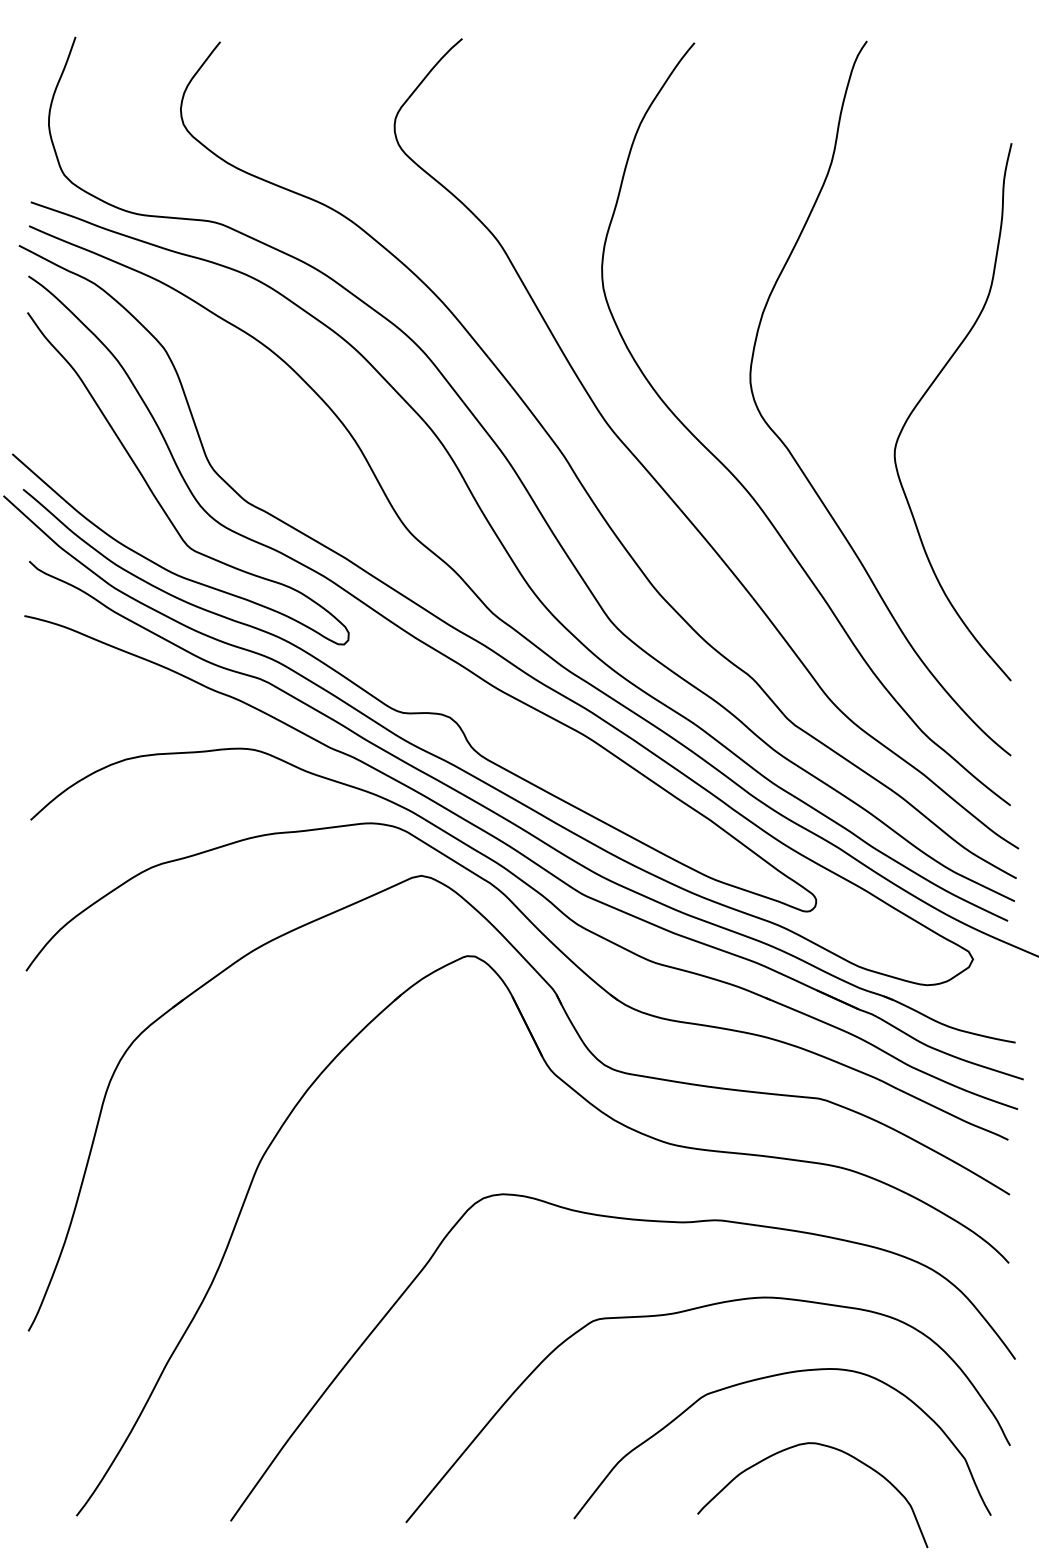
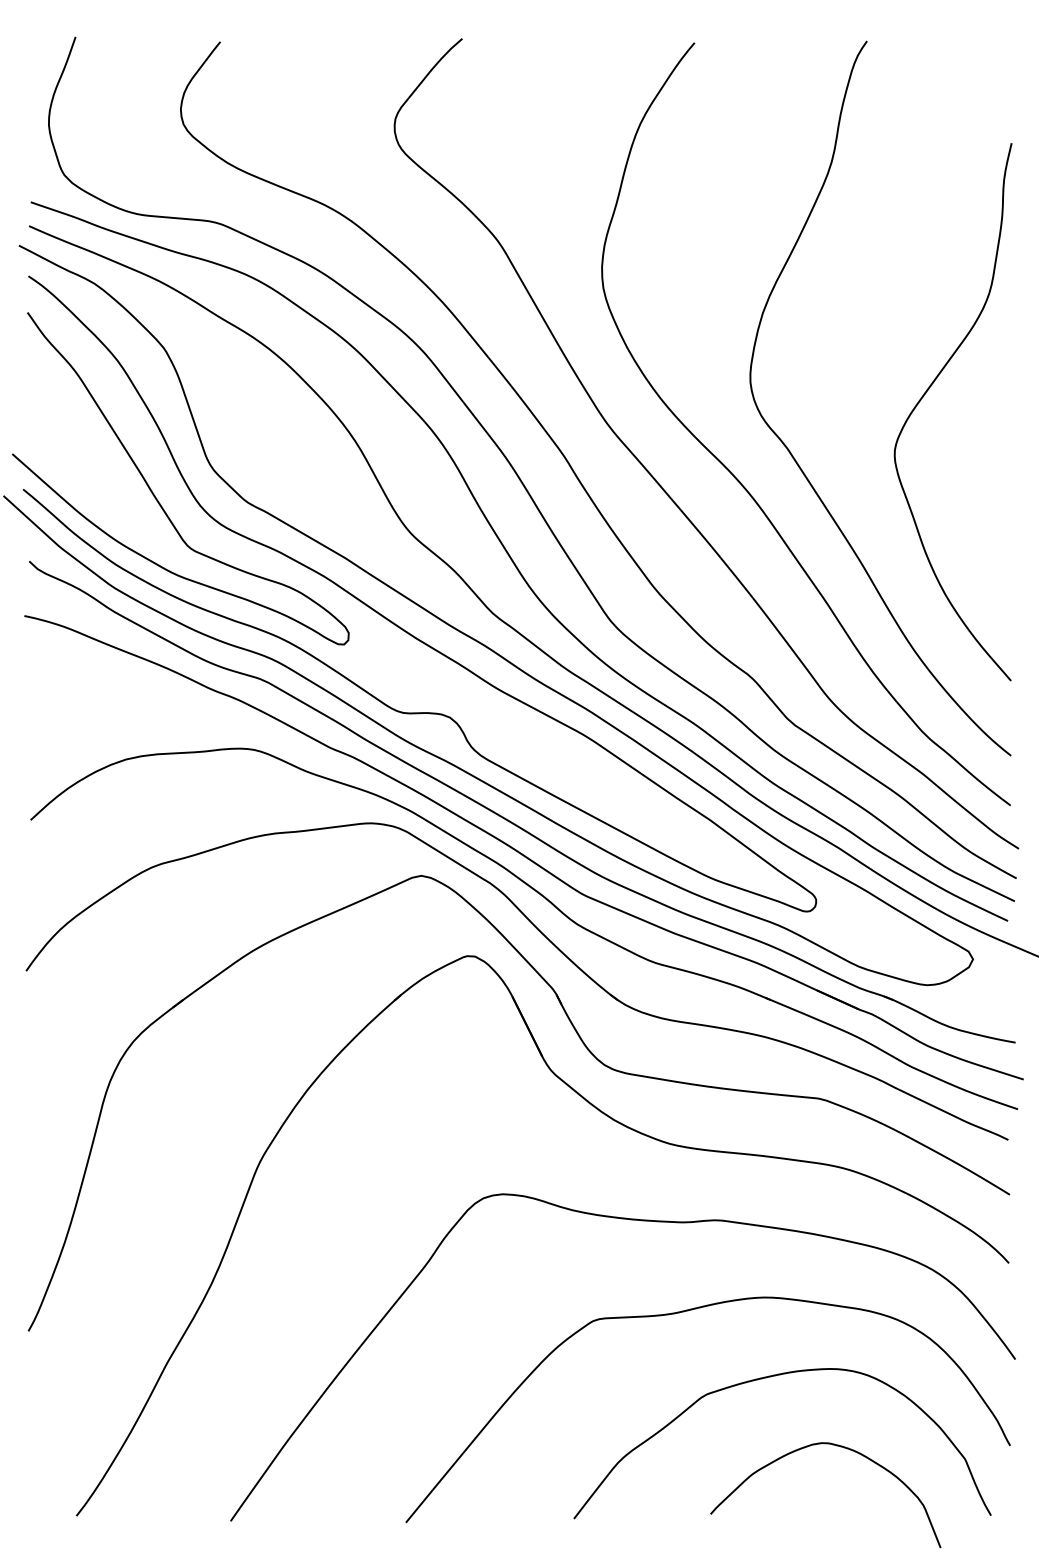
curve at (823, 1446) position: (823, 1446) -> (836, 1446)
